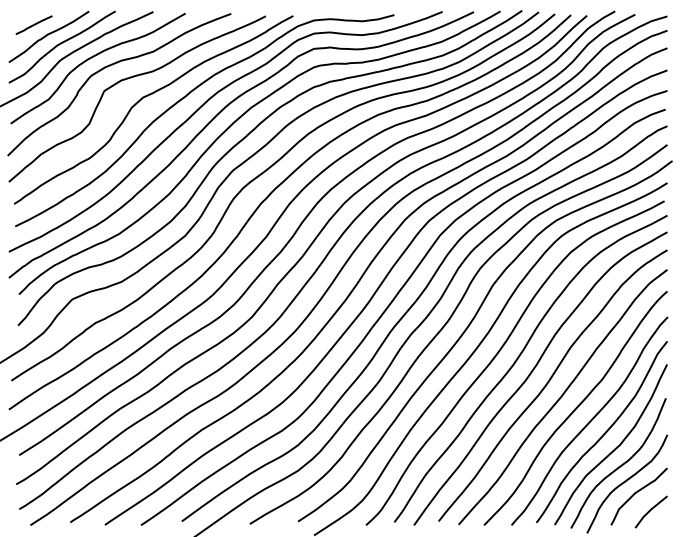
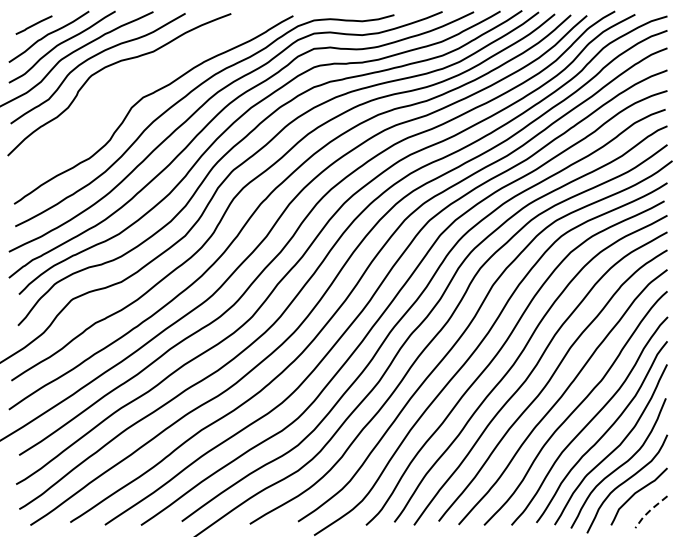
curve at (131, 78): present -> none
line at (649, 511): solid -> dashed
